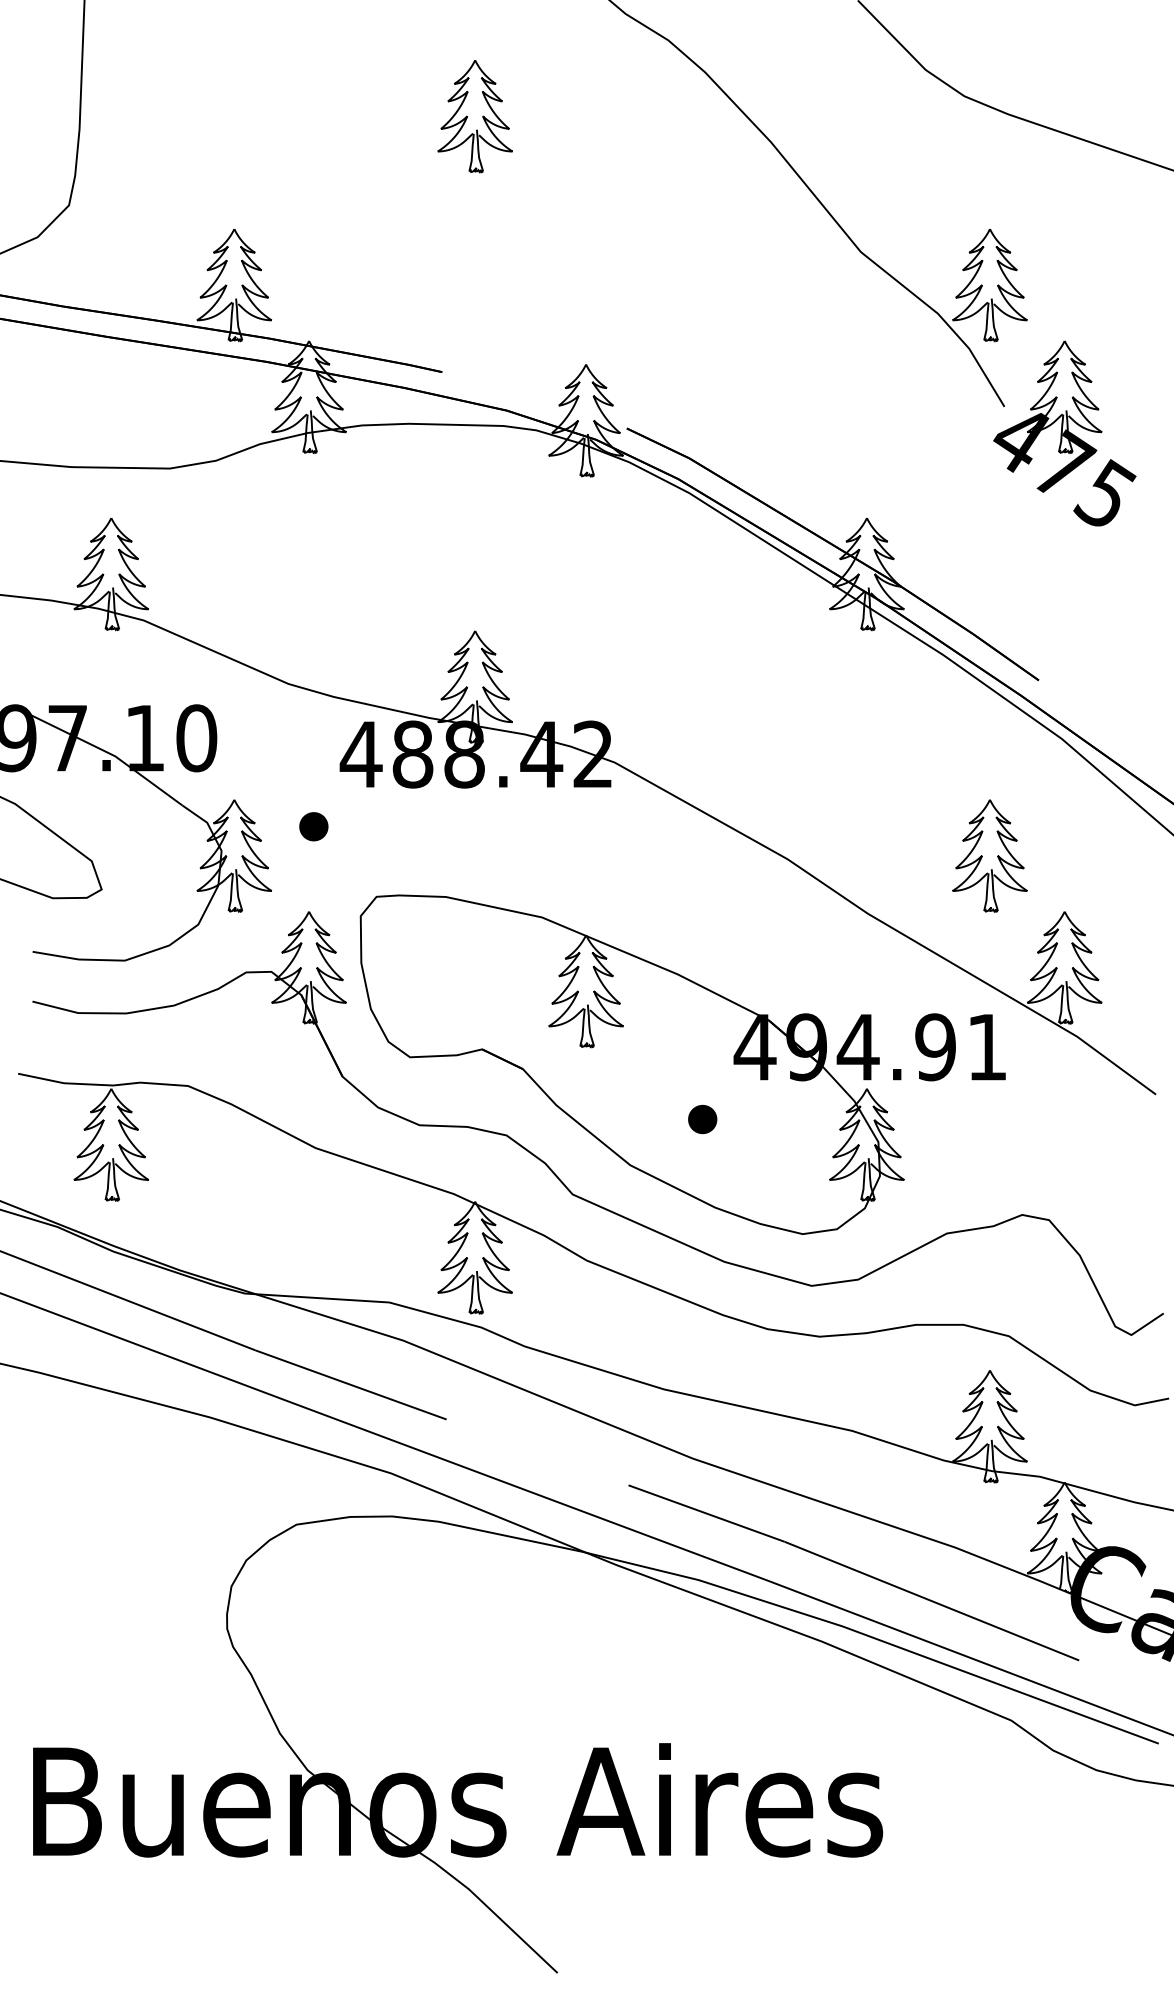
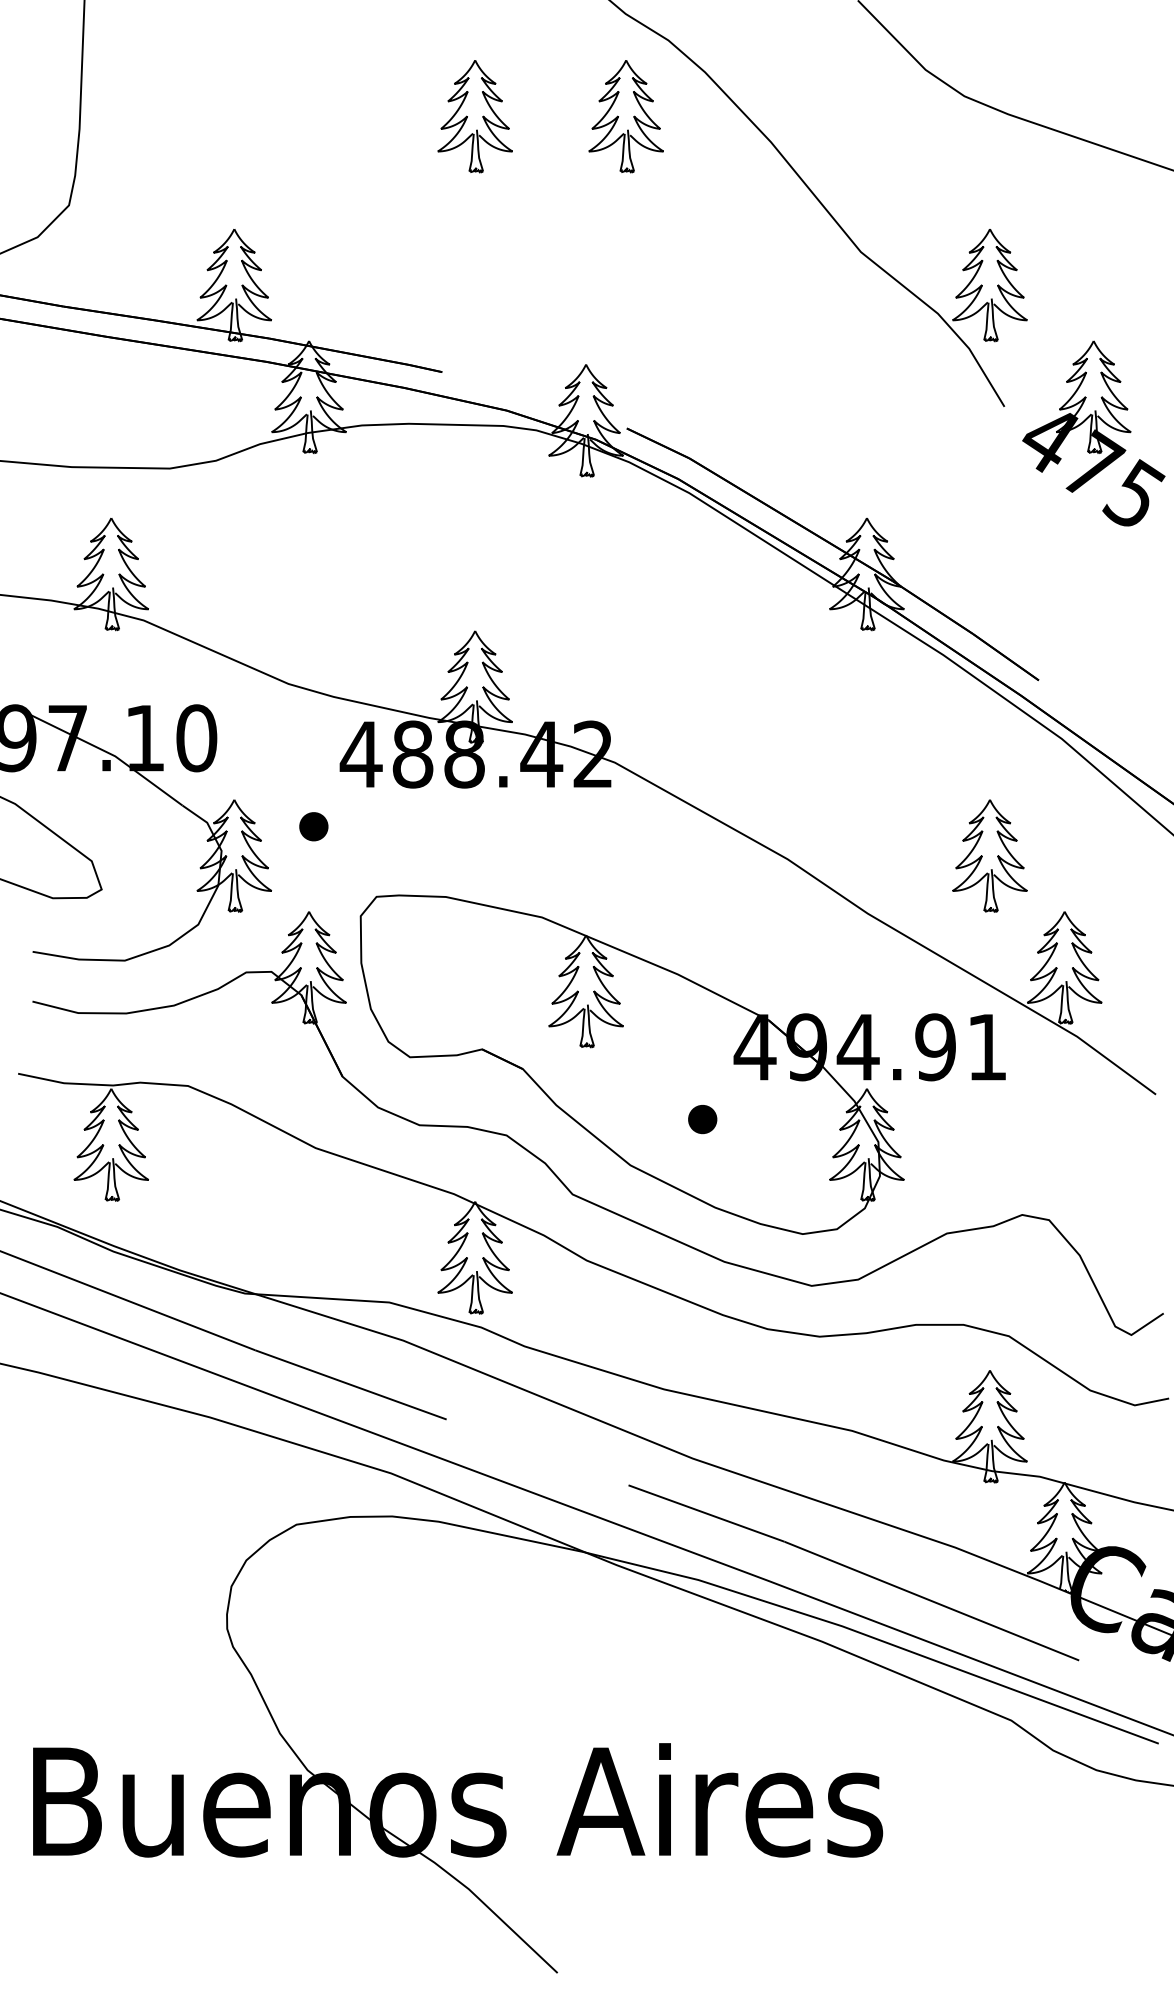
part at (625, 116): none -> present
part at (1064, 433) position: (1064, 433) -> (1093, 433)
